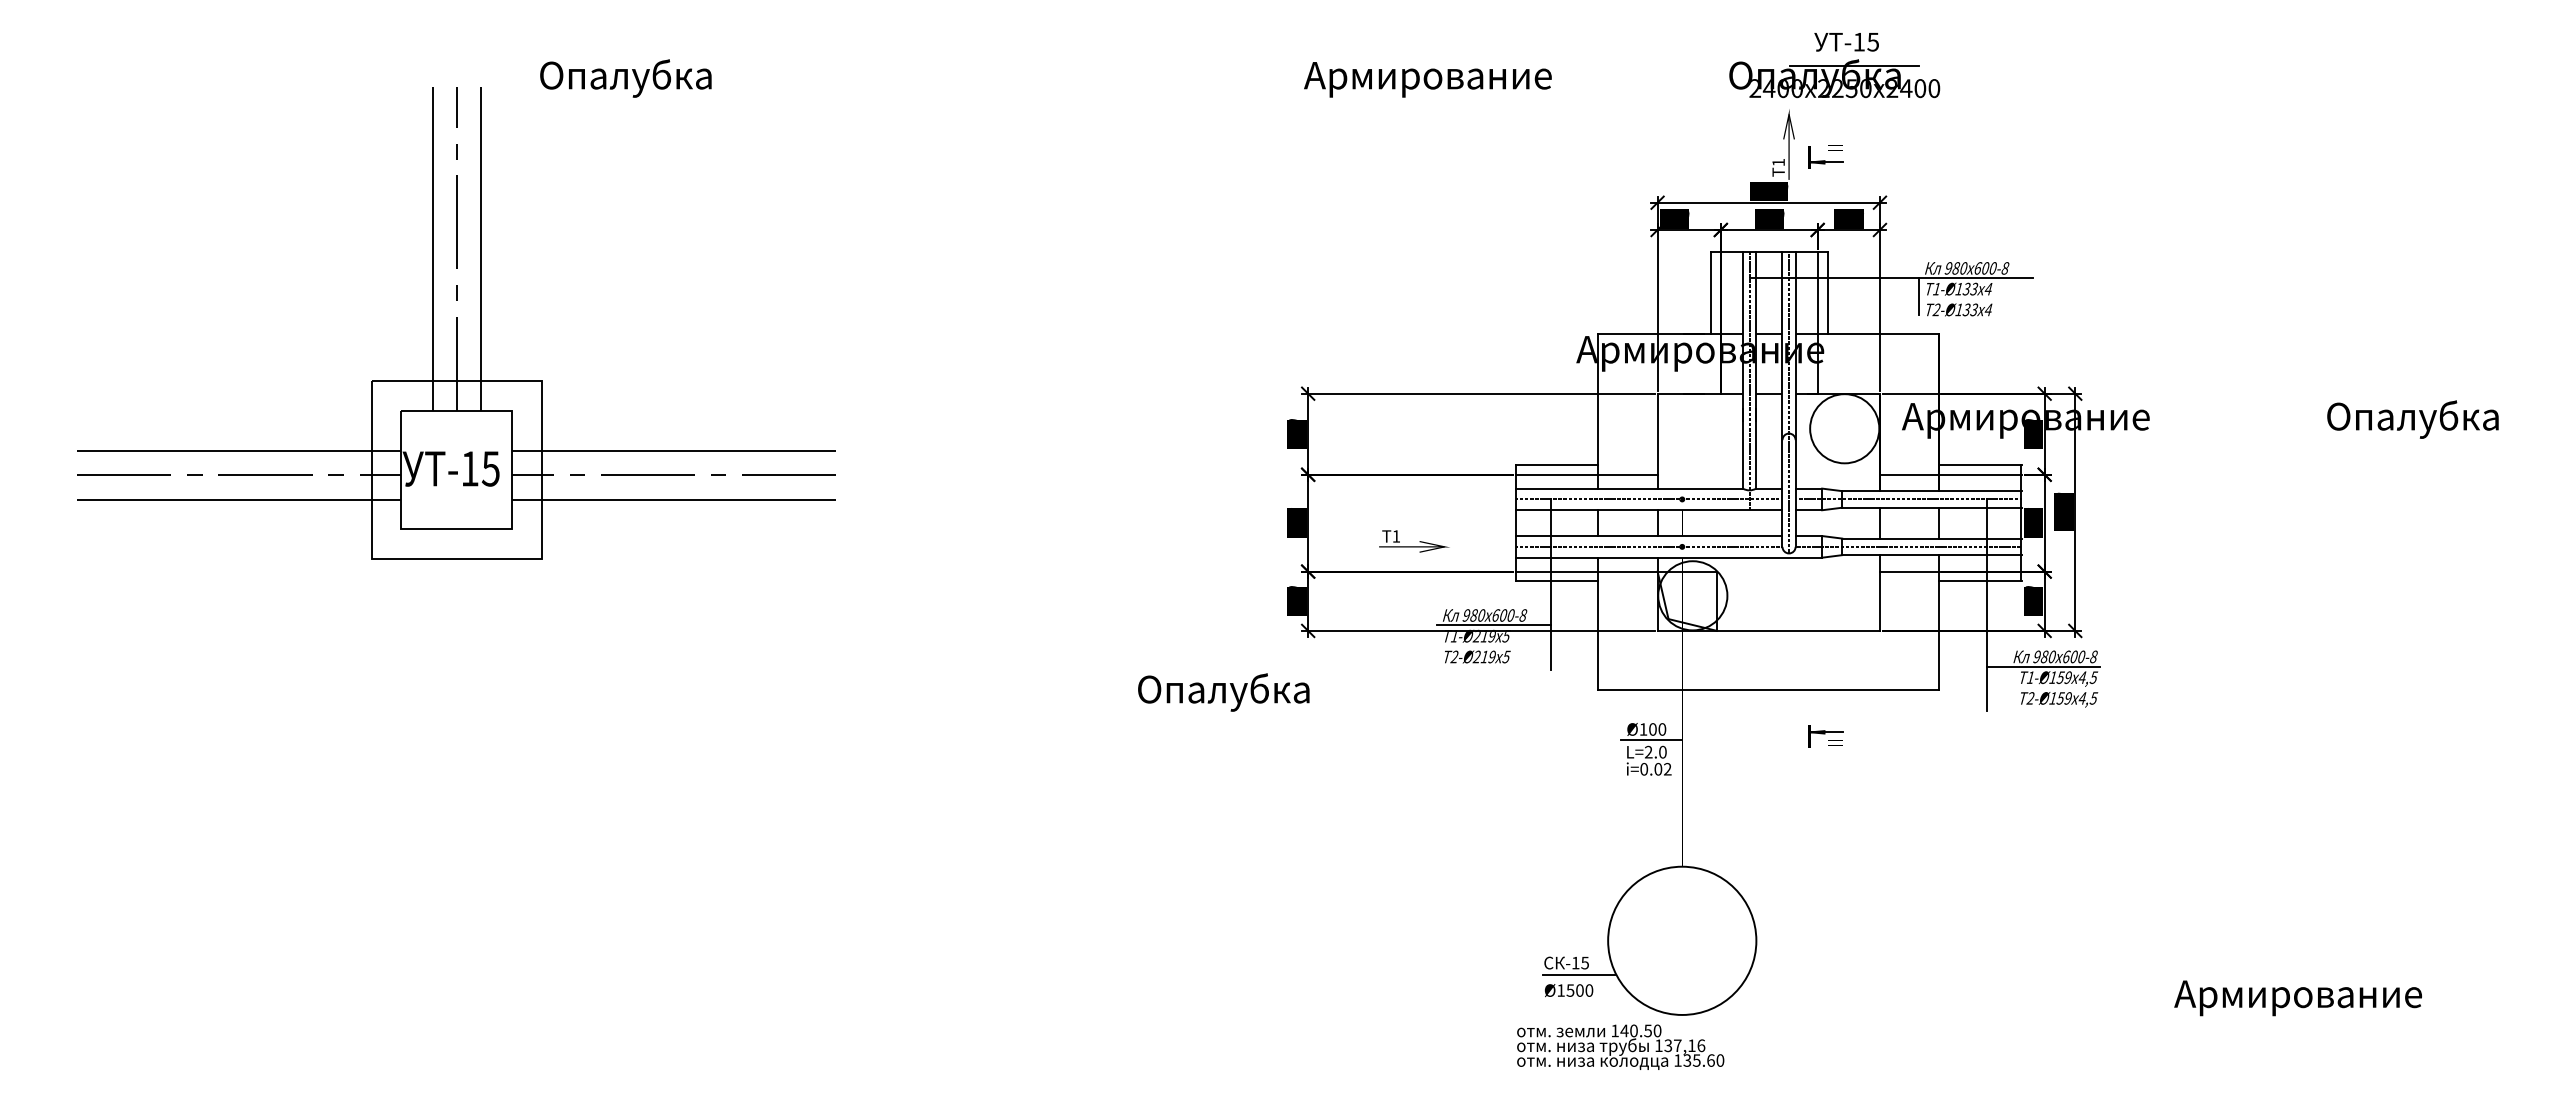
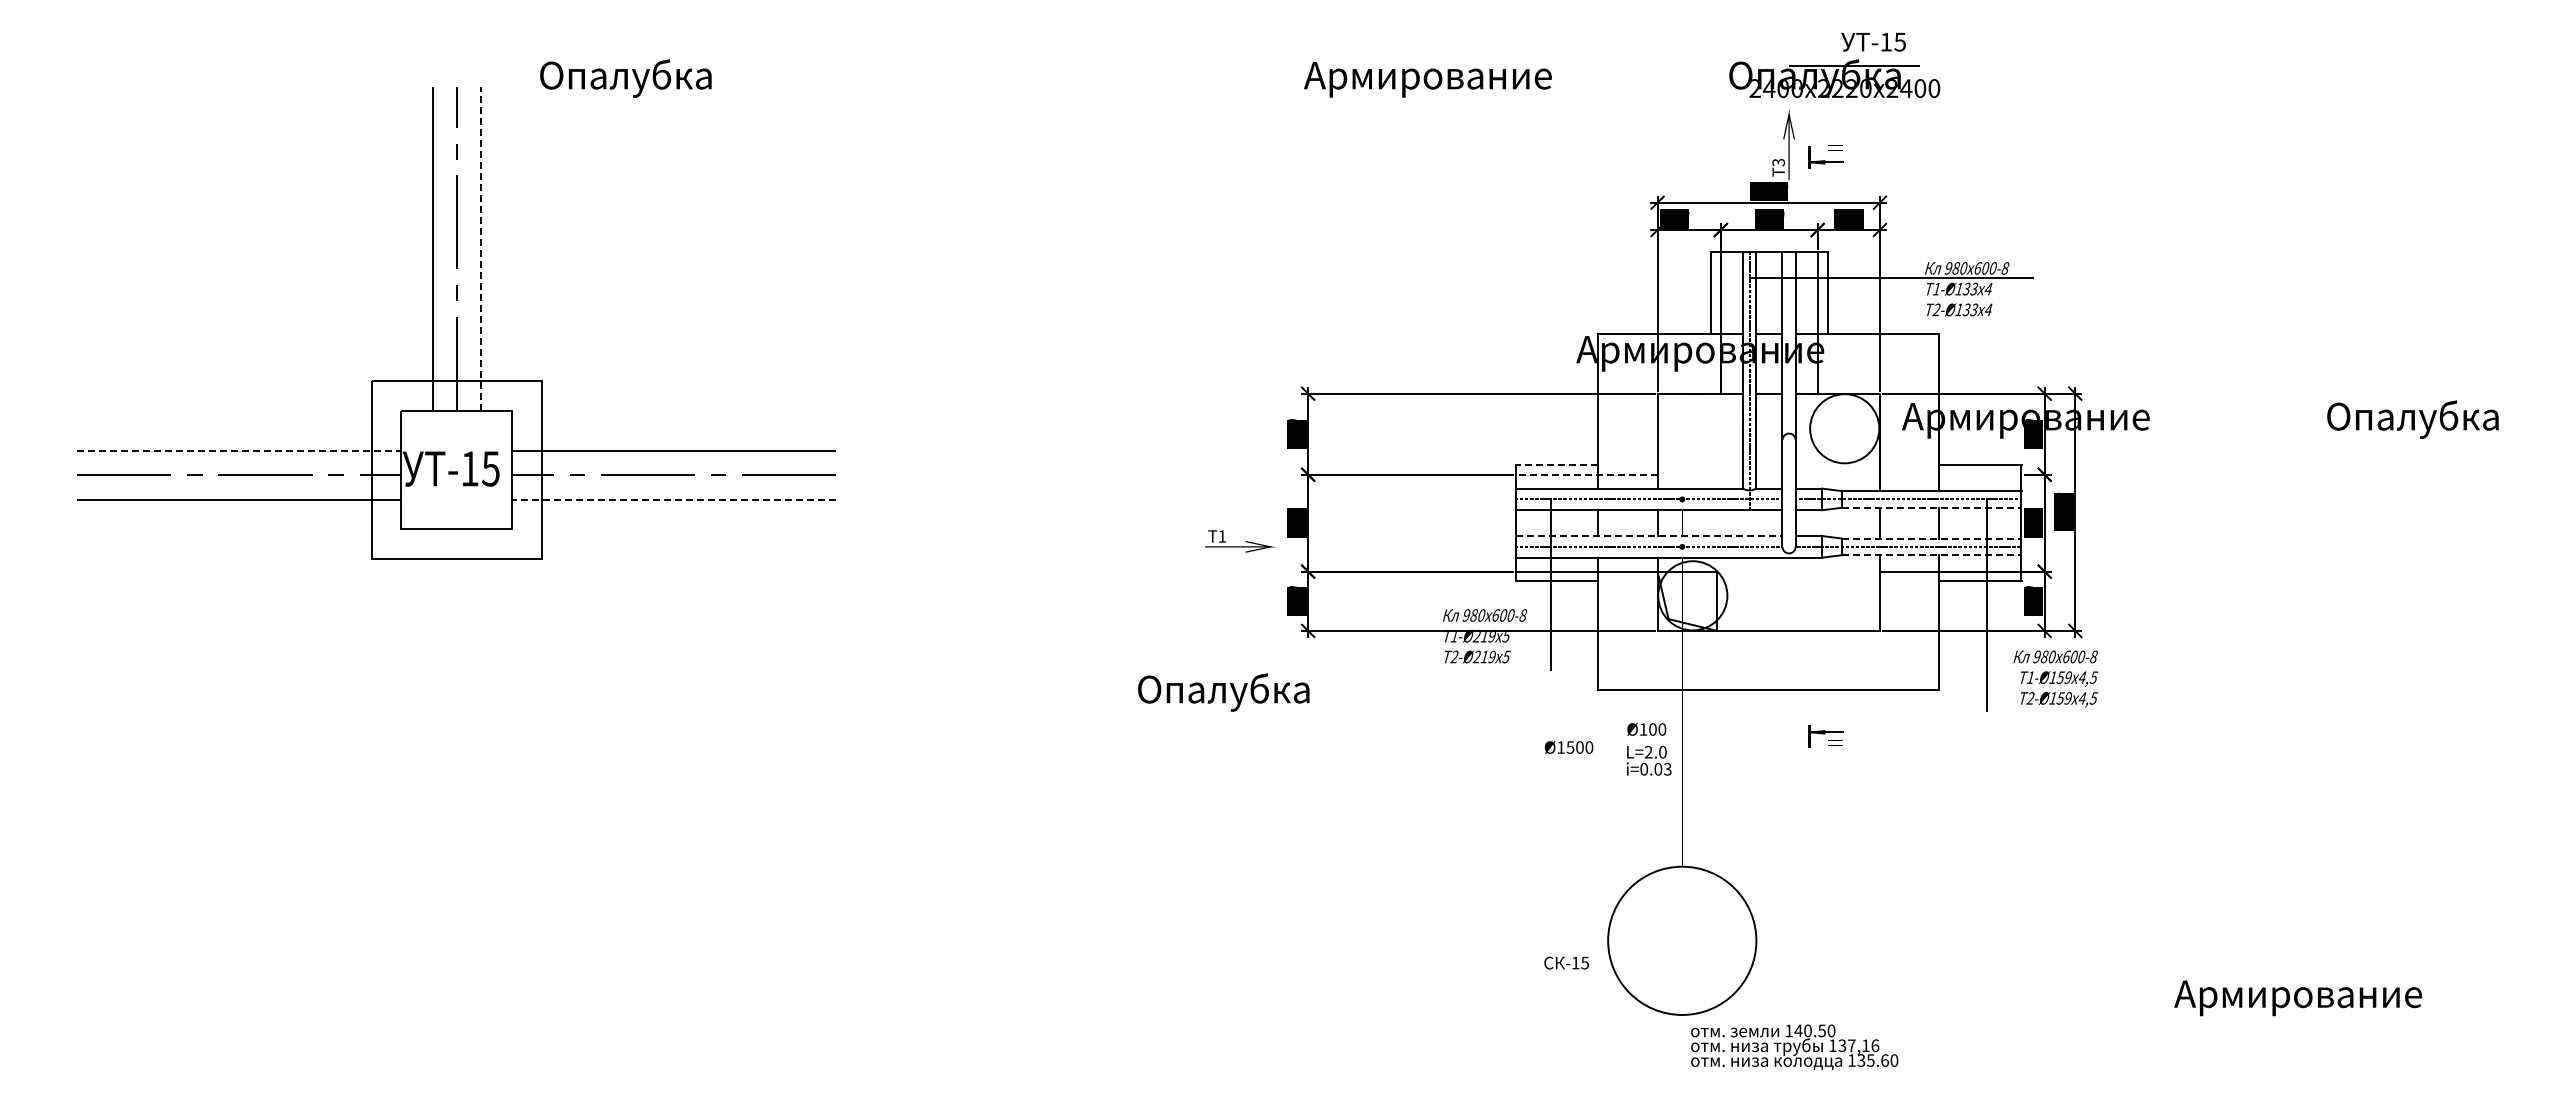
text at (1846, 42) position: (1846, 42) -> (1873, 42)
text at (1851, 88): 2250x2400 -> 2220x2400
text at (1778, 162): 1 -> 3
line at (481, 248): solid -> dashed
line at (1919, 296): present -> none
line at (1789, 402): present -> none
line at (239, 451): solid -> dashed
line at (1556, 464): solid -> dashed
line at (1586, 474): solid -> dashed
line at (1950, 474): present -> none
line at (674, 499): solid -> dashed
line at (1931, 507): solid -> dashed
line at (1649, 536): solid -> dashed
line at (1931, 538): solid -> dashed
text at (1414, 541) position: (1414, 541) -> (1240, 541)
line at (1931, 555): solid -> dashed
line at (1493, 625): present -> none
line at (2043, 666): present -> none
line at (1651, 739): present -> none
text at (1667, 769): i=0.02 -> i=0.03
line at (1578, 974): present -> none
text at (1568, 990) position: (1568, 990) -> (1568, 747)
text at (1620, 1046) position: (1620, 1046) -> (1794, 1046)
